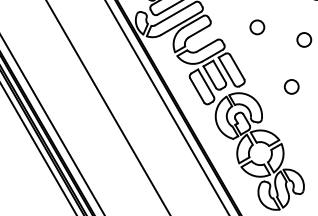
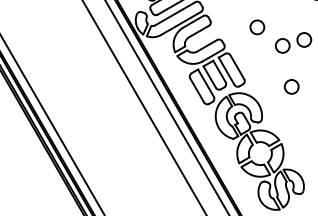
circle at (282, 45): none -> present
line at (108, 107) position: (108, 107) -> (144, 107)
line at (38, 149): present -> none
